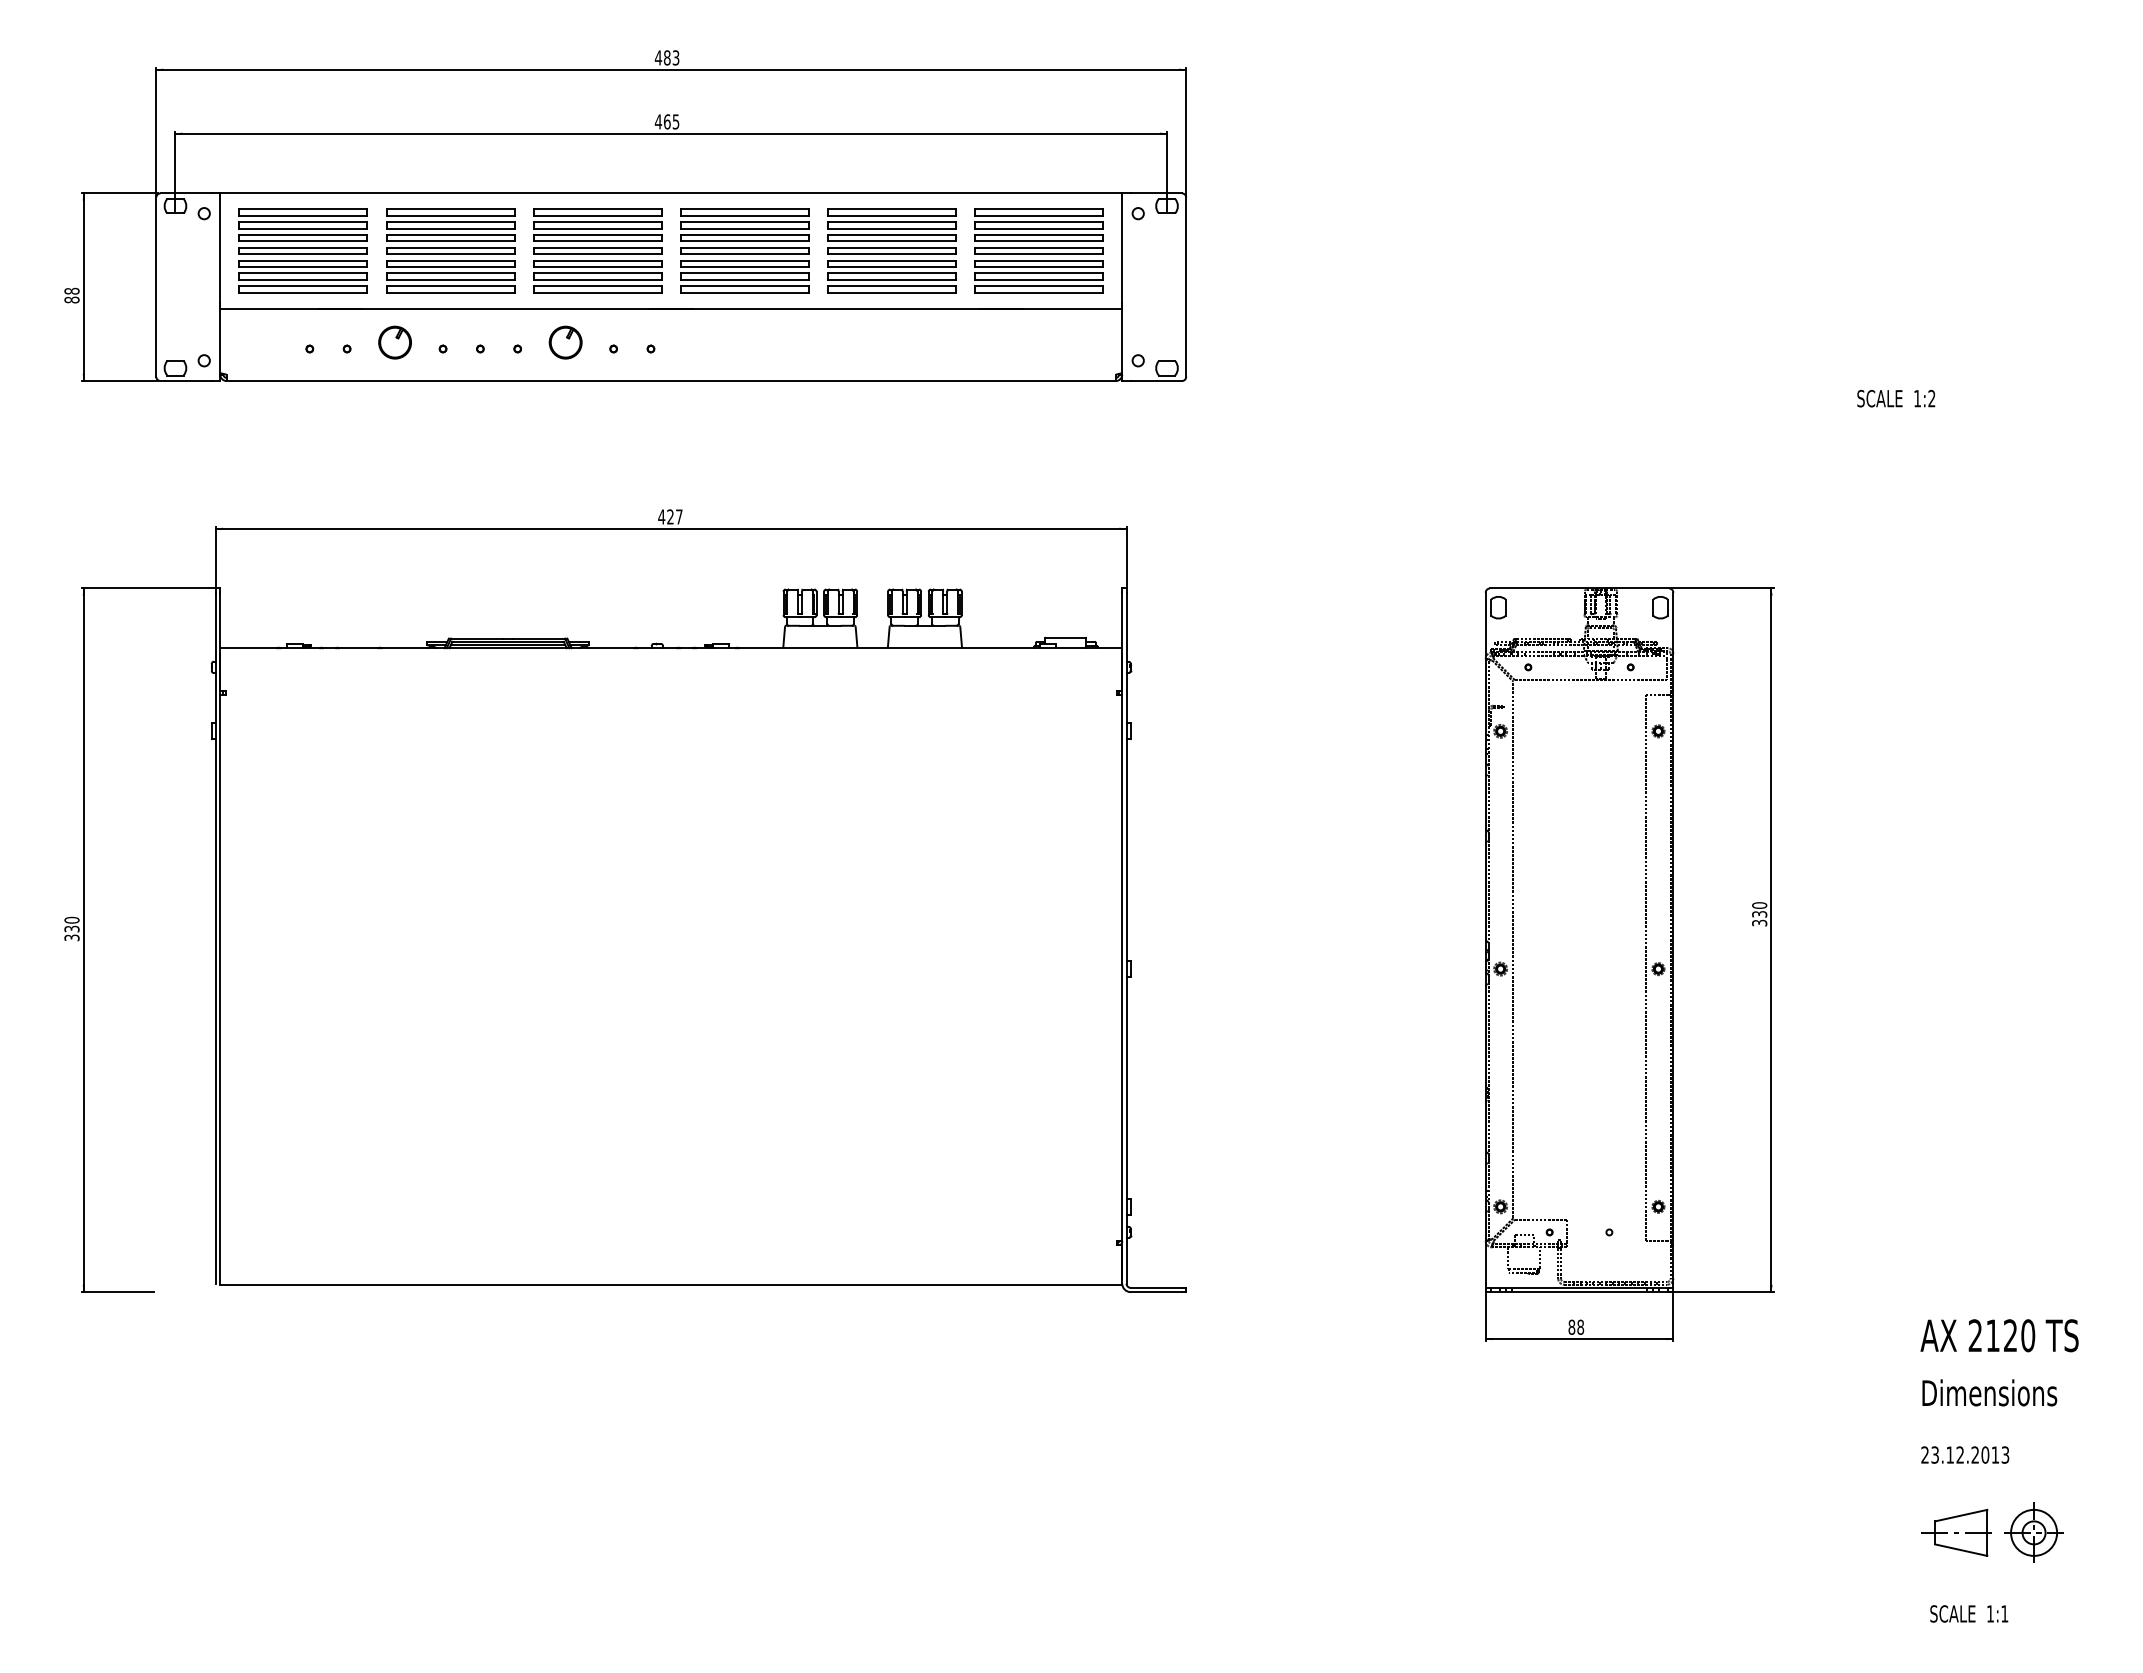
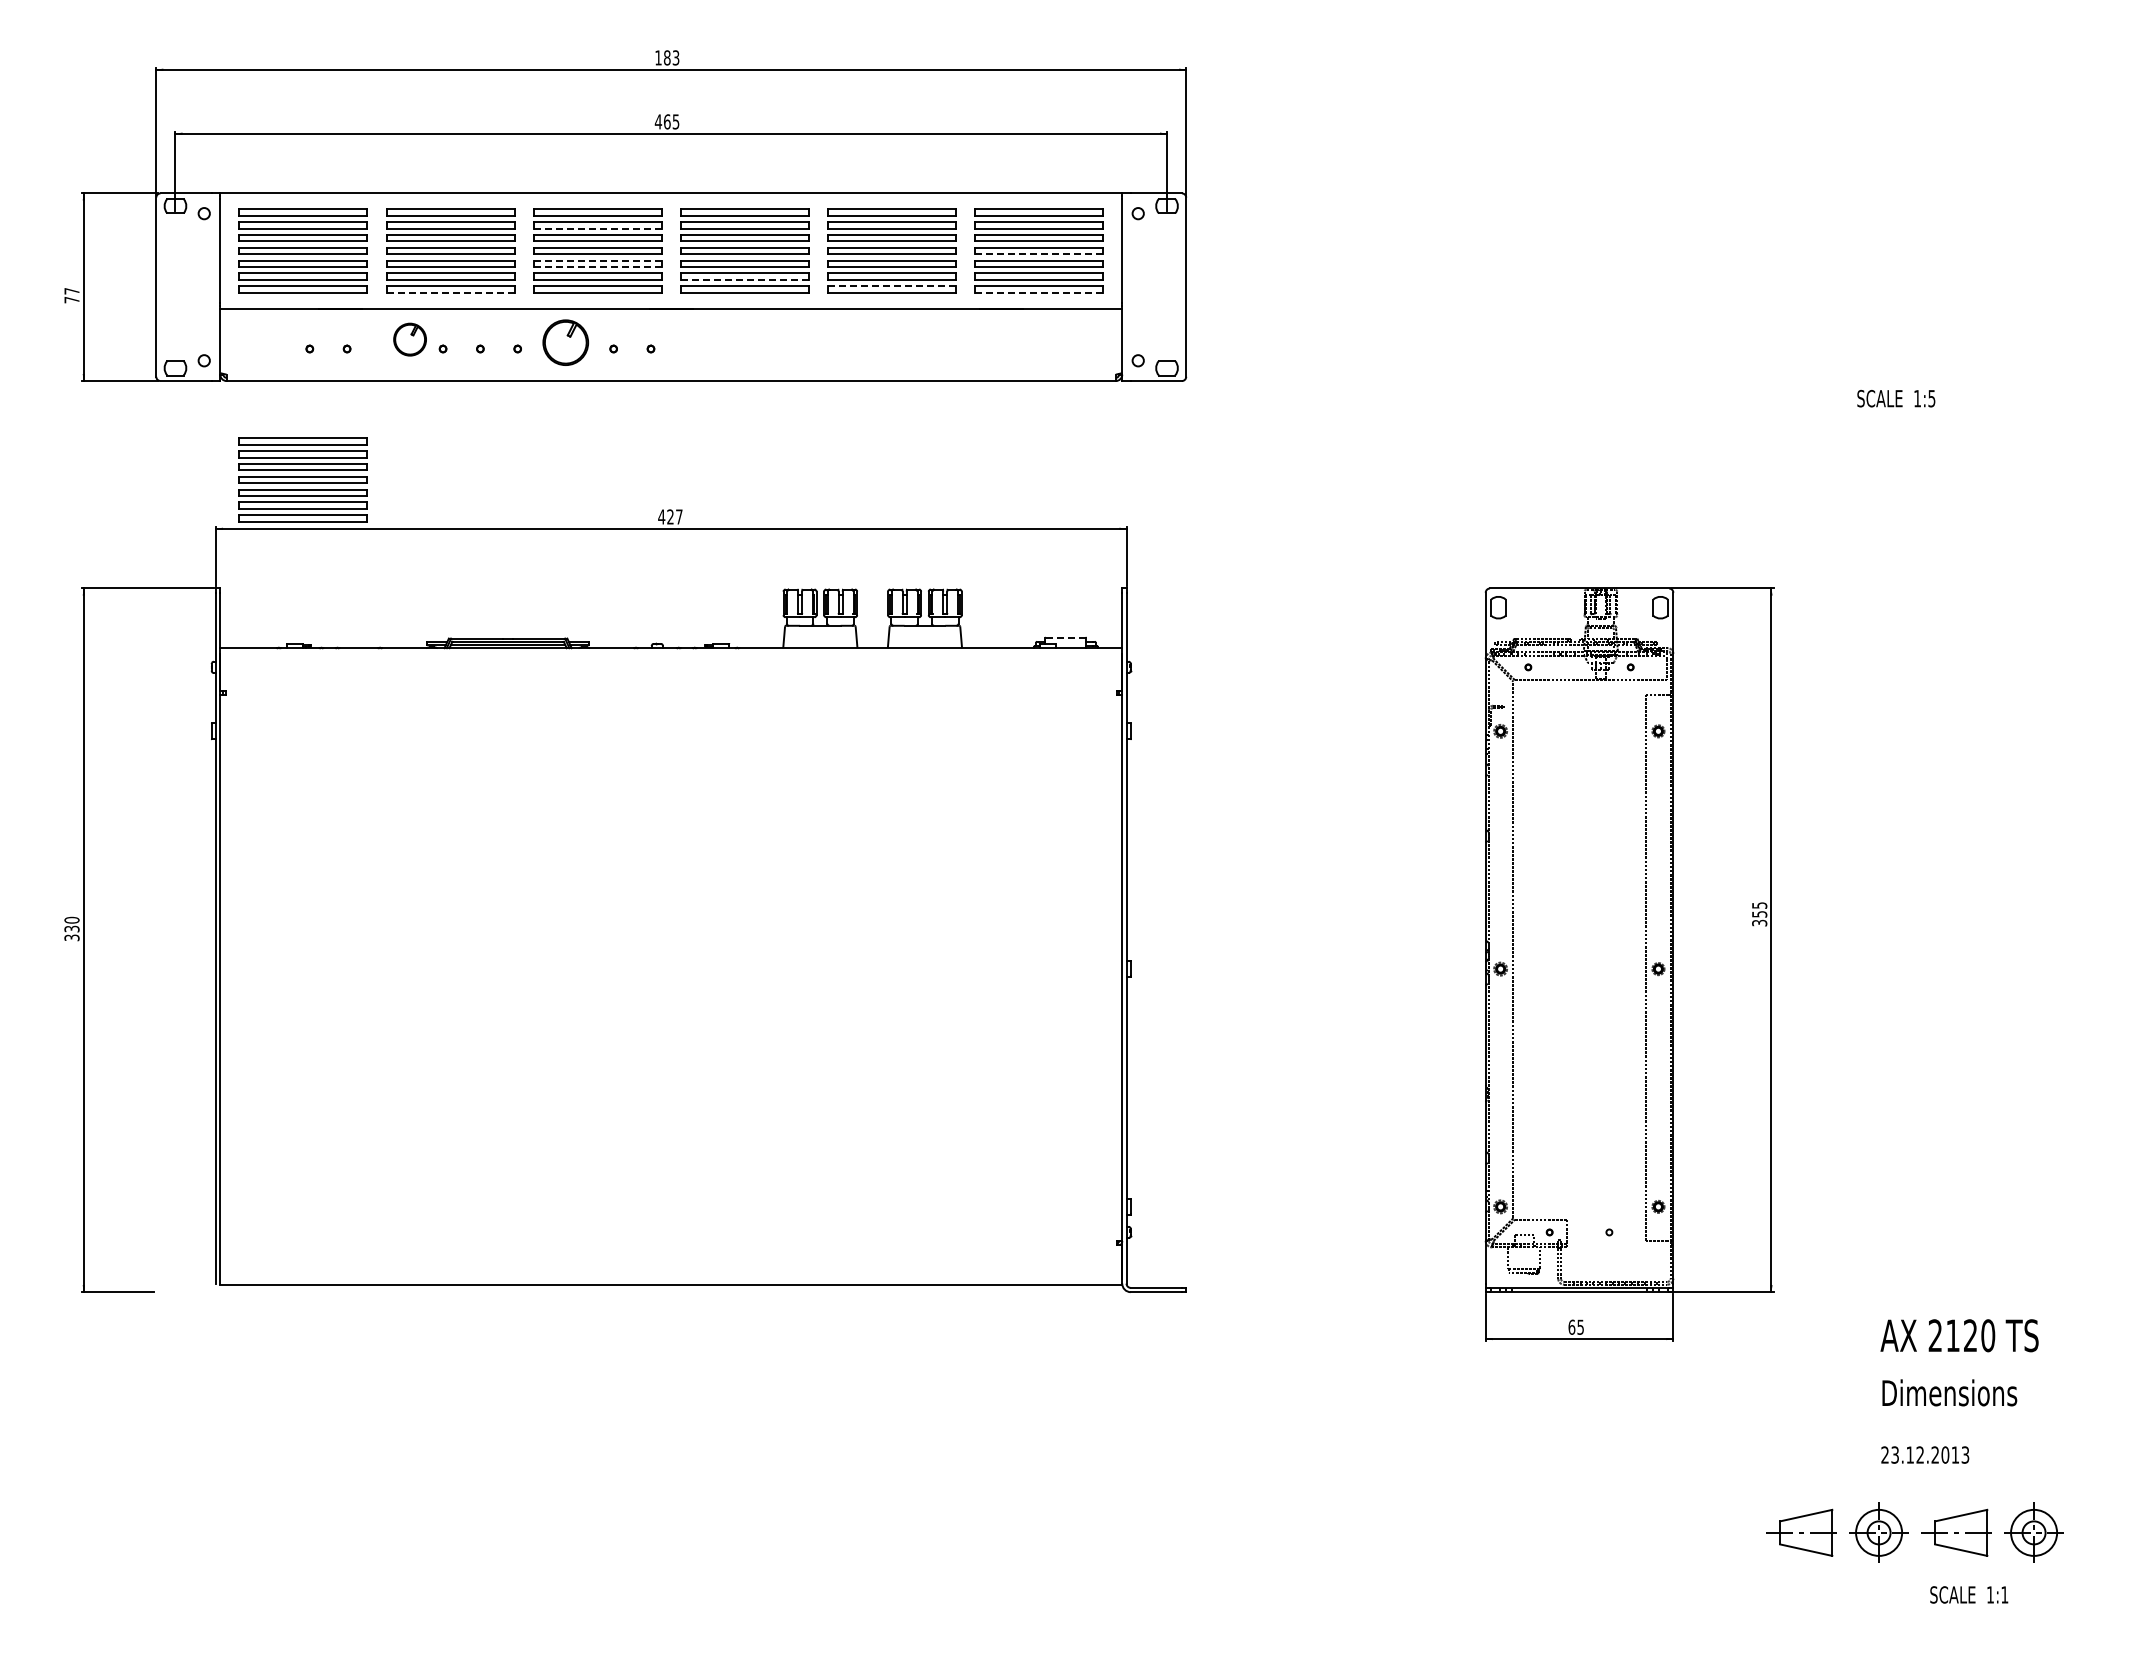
text at (658, 57): 483 -> 183
line at (597, 228): solid -> dashed
line at (1039, 254): solid -> dashed
line at (597, 260): solid -> dashed
line at (597, 266): solid -> dashed
line at (744, 279): solid -> dashed
line at (891, 286): solid -> dashed
line at (450, 292): solid -> dashed
line at (1039, 292): solid -> dashed
text at (71, 295): 88 -> 77
part at (394, 342) position: (394, 342) -> (409, 339)
part at (565, 342) size: 35x35 px -> 48x47 px
text at (1931, 398): 1:2 -> 1:5
part at (302, 479): none -> present
line at (1065, 637): solid -> dashed
text at (1759, 909): 330 -> 355
text at (1576, 1326): 88 -> 65
text at (1999, 1391) position: (1999, 1391) -> (1959, 1391)
part at (1837, 1532): none -> present
text at (1969, 1613) position: (1969, 1613) -> (1969, 1594)
